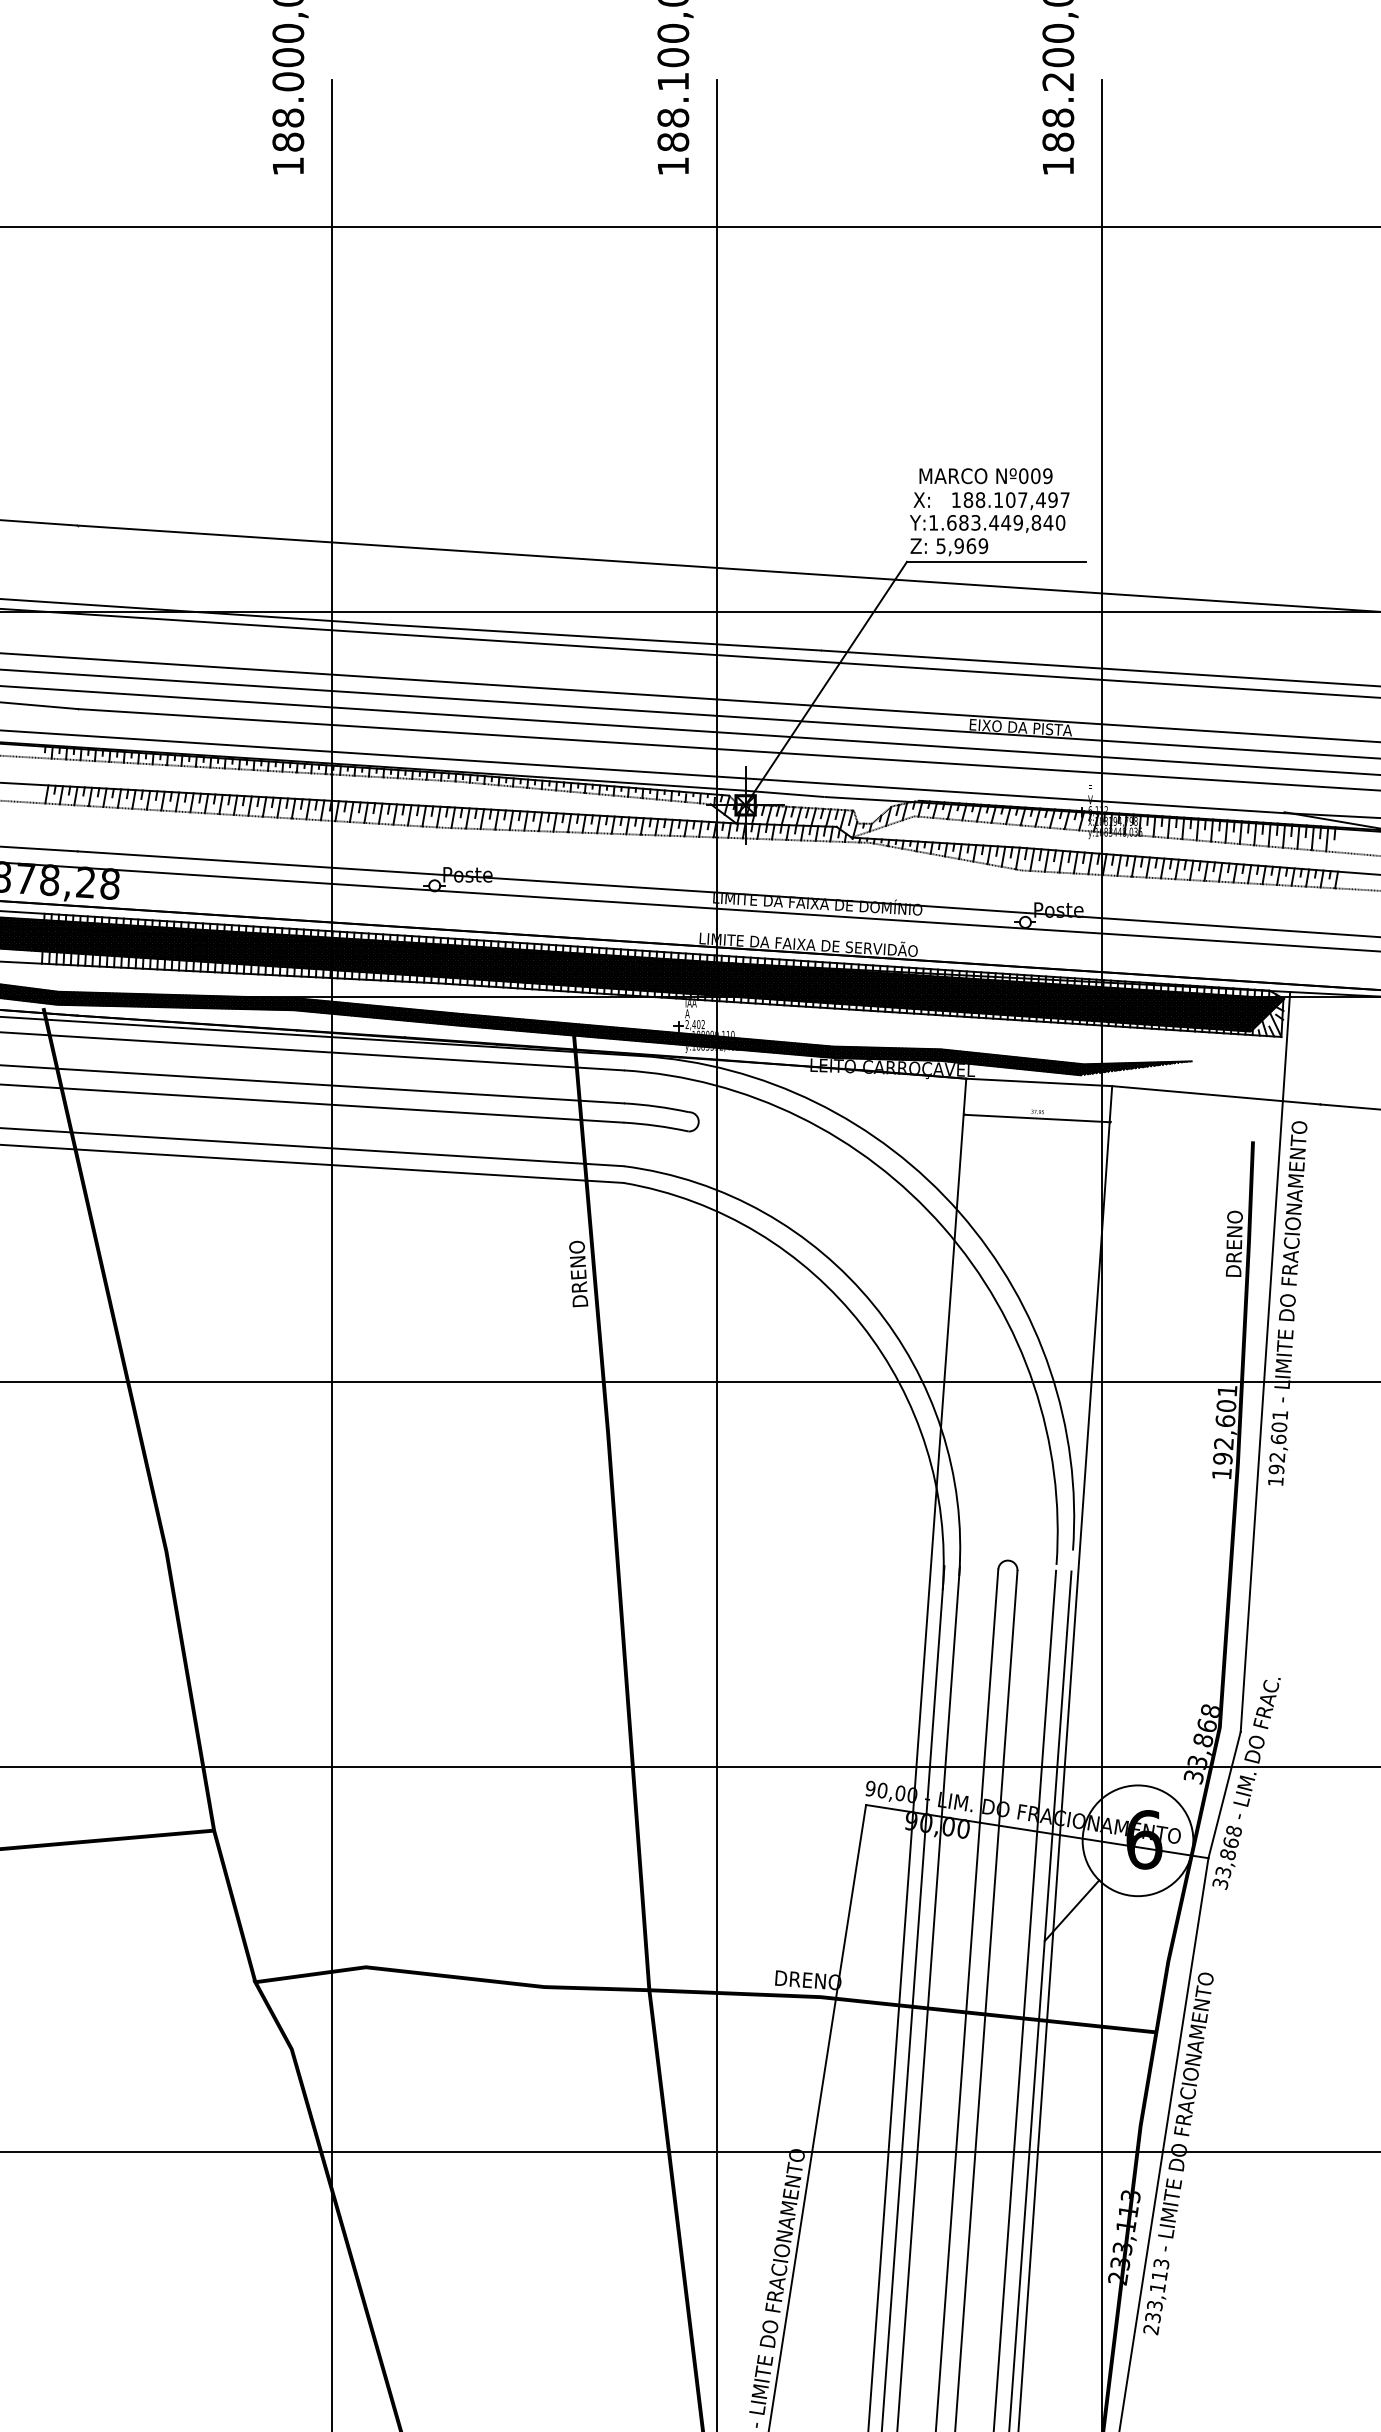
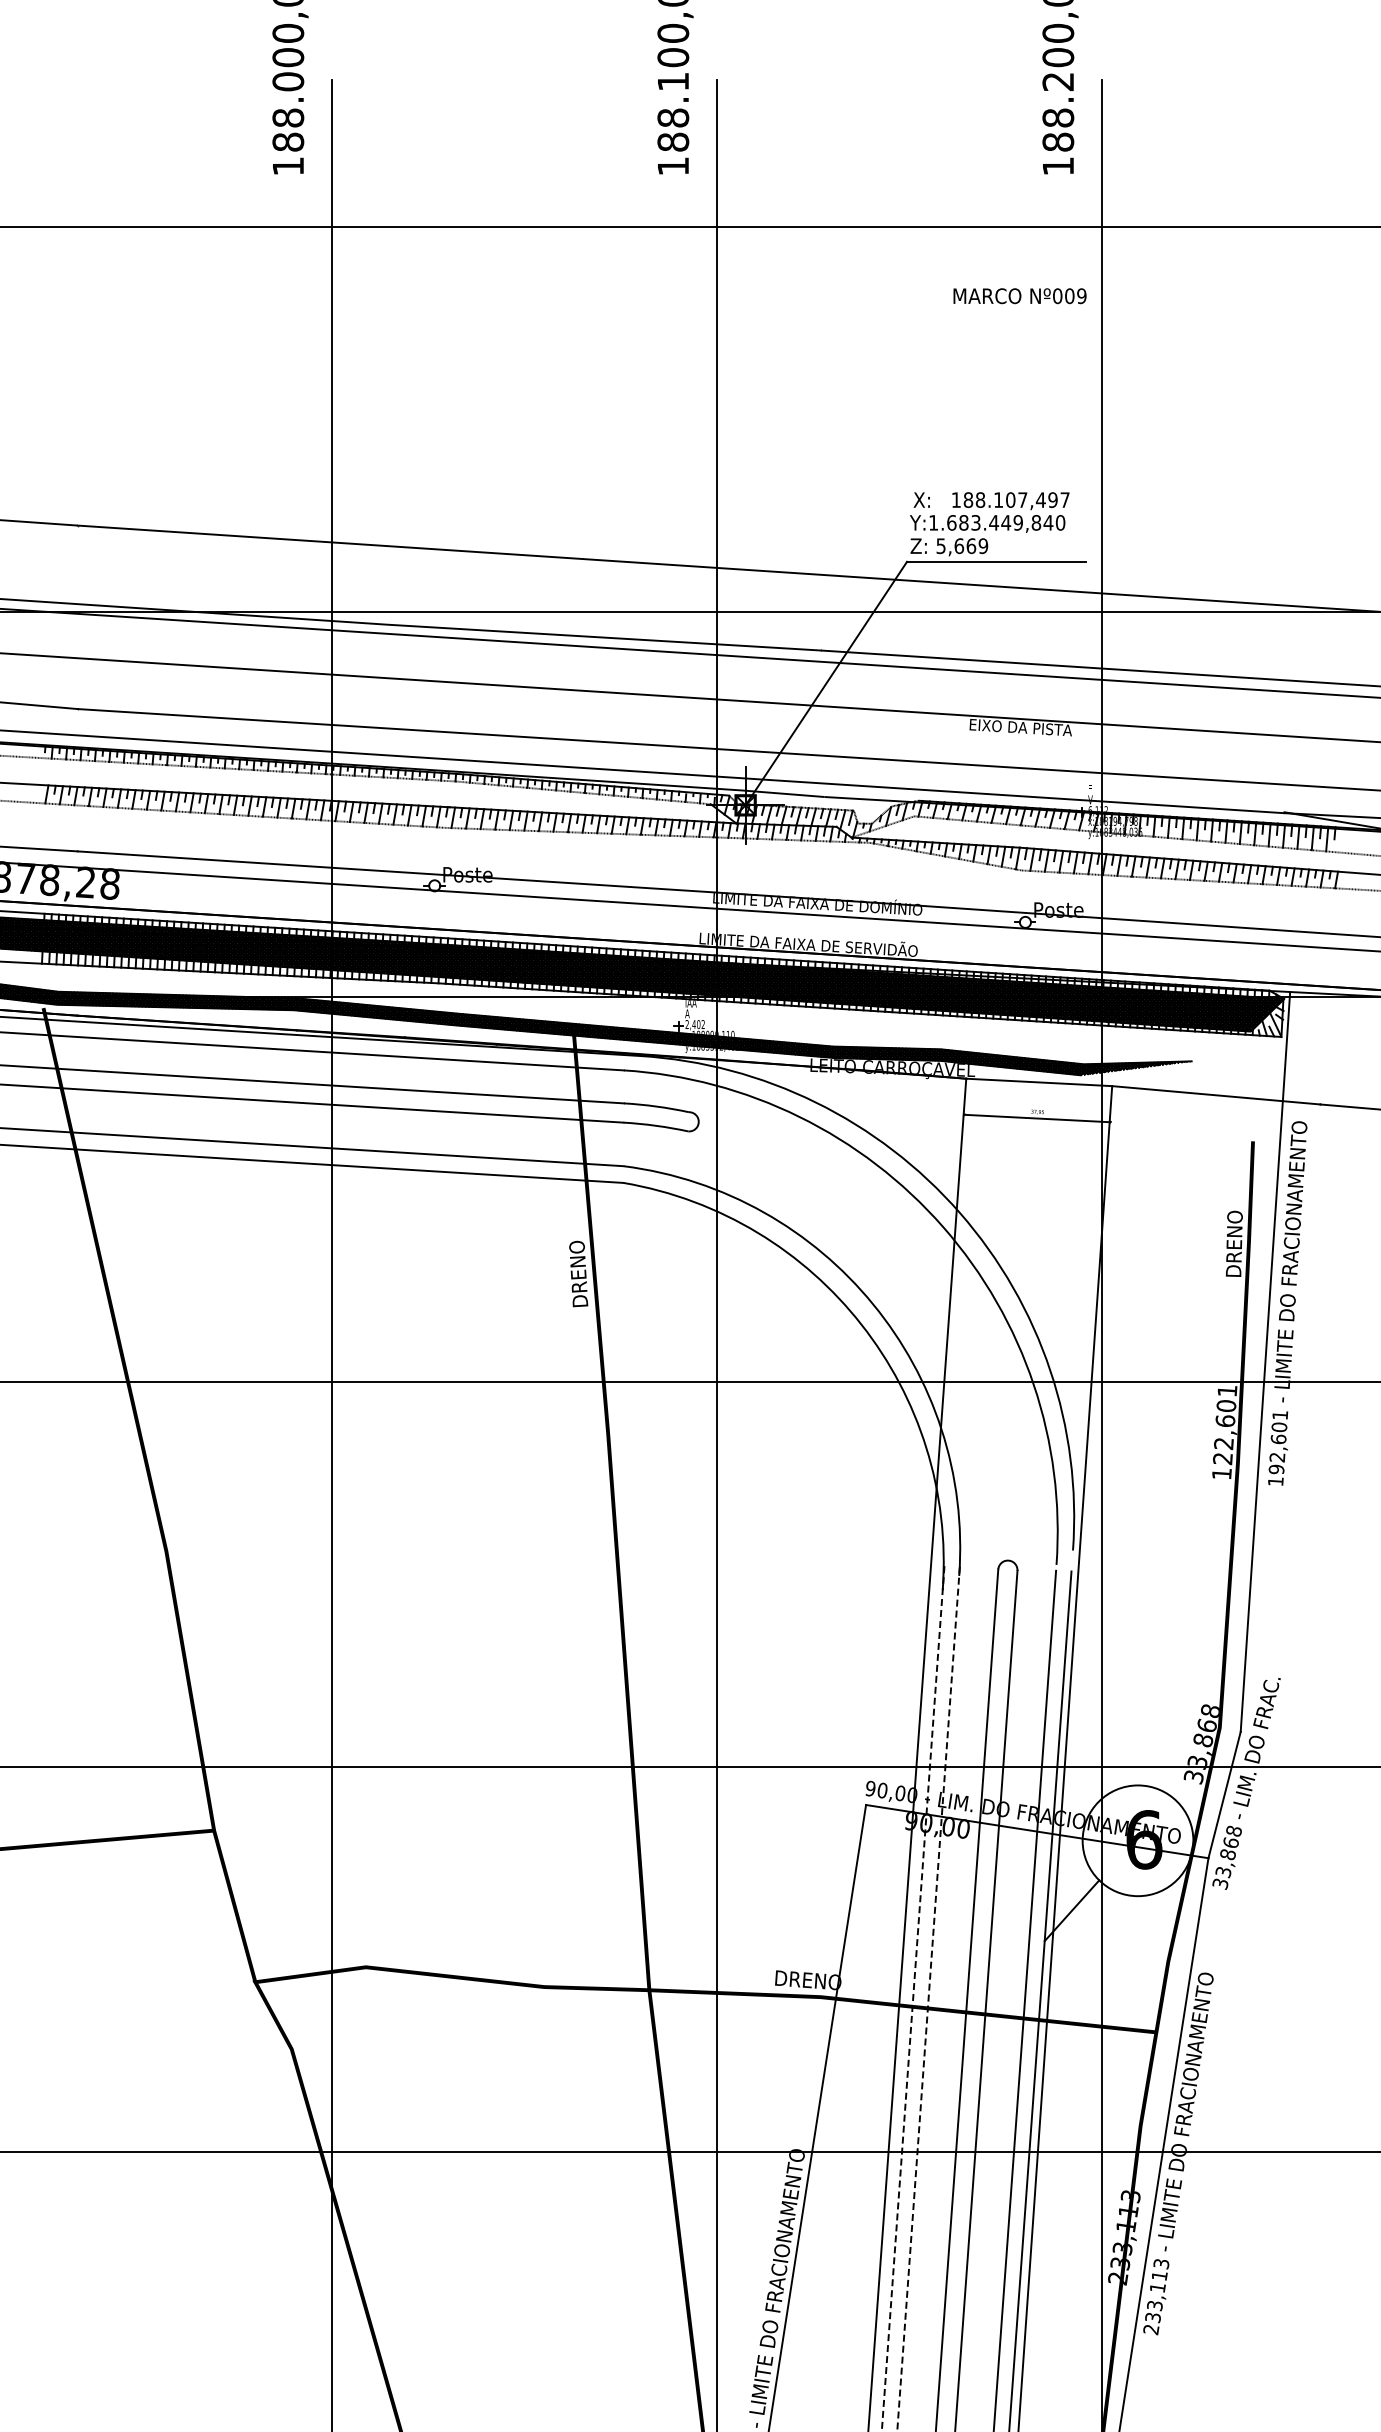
text at (985, 476) position: (985, 476) -> (1019, 296)
text at (959, 546): 5,969 -> 5,669
line at (689, 713): present -> none
line at (689, 730): present -> none
text at (1222, 1459): 192,601 -> 122,601
line at (913, 1998): solid -> dashed
line at (928, 1999): solid -> dashed
